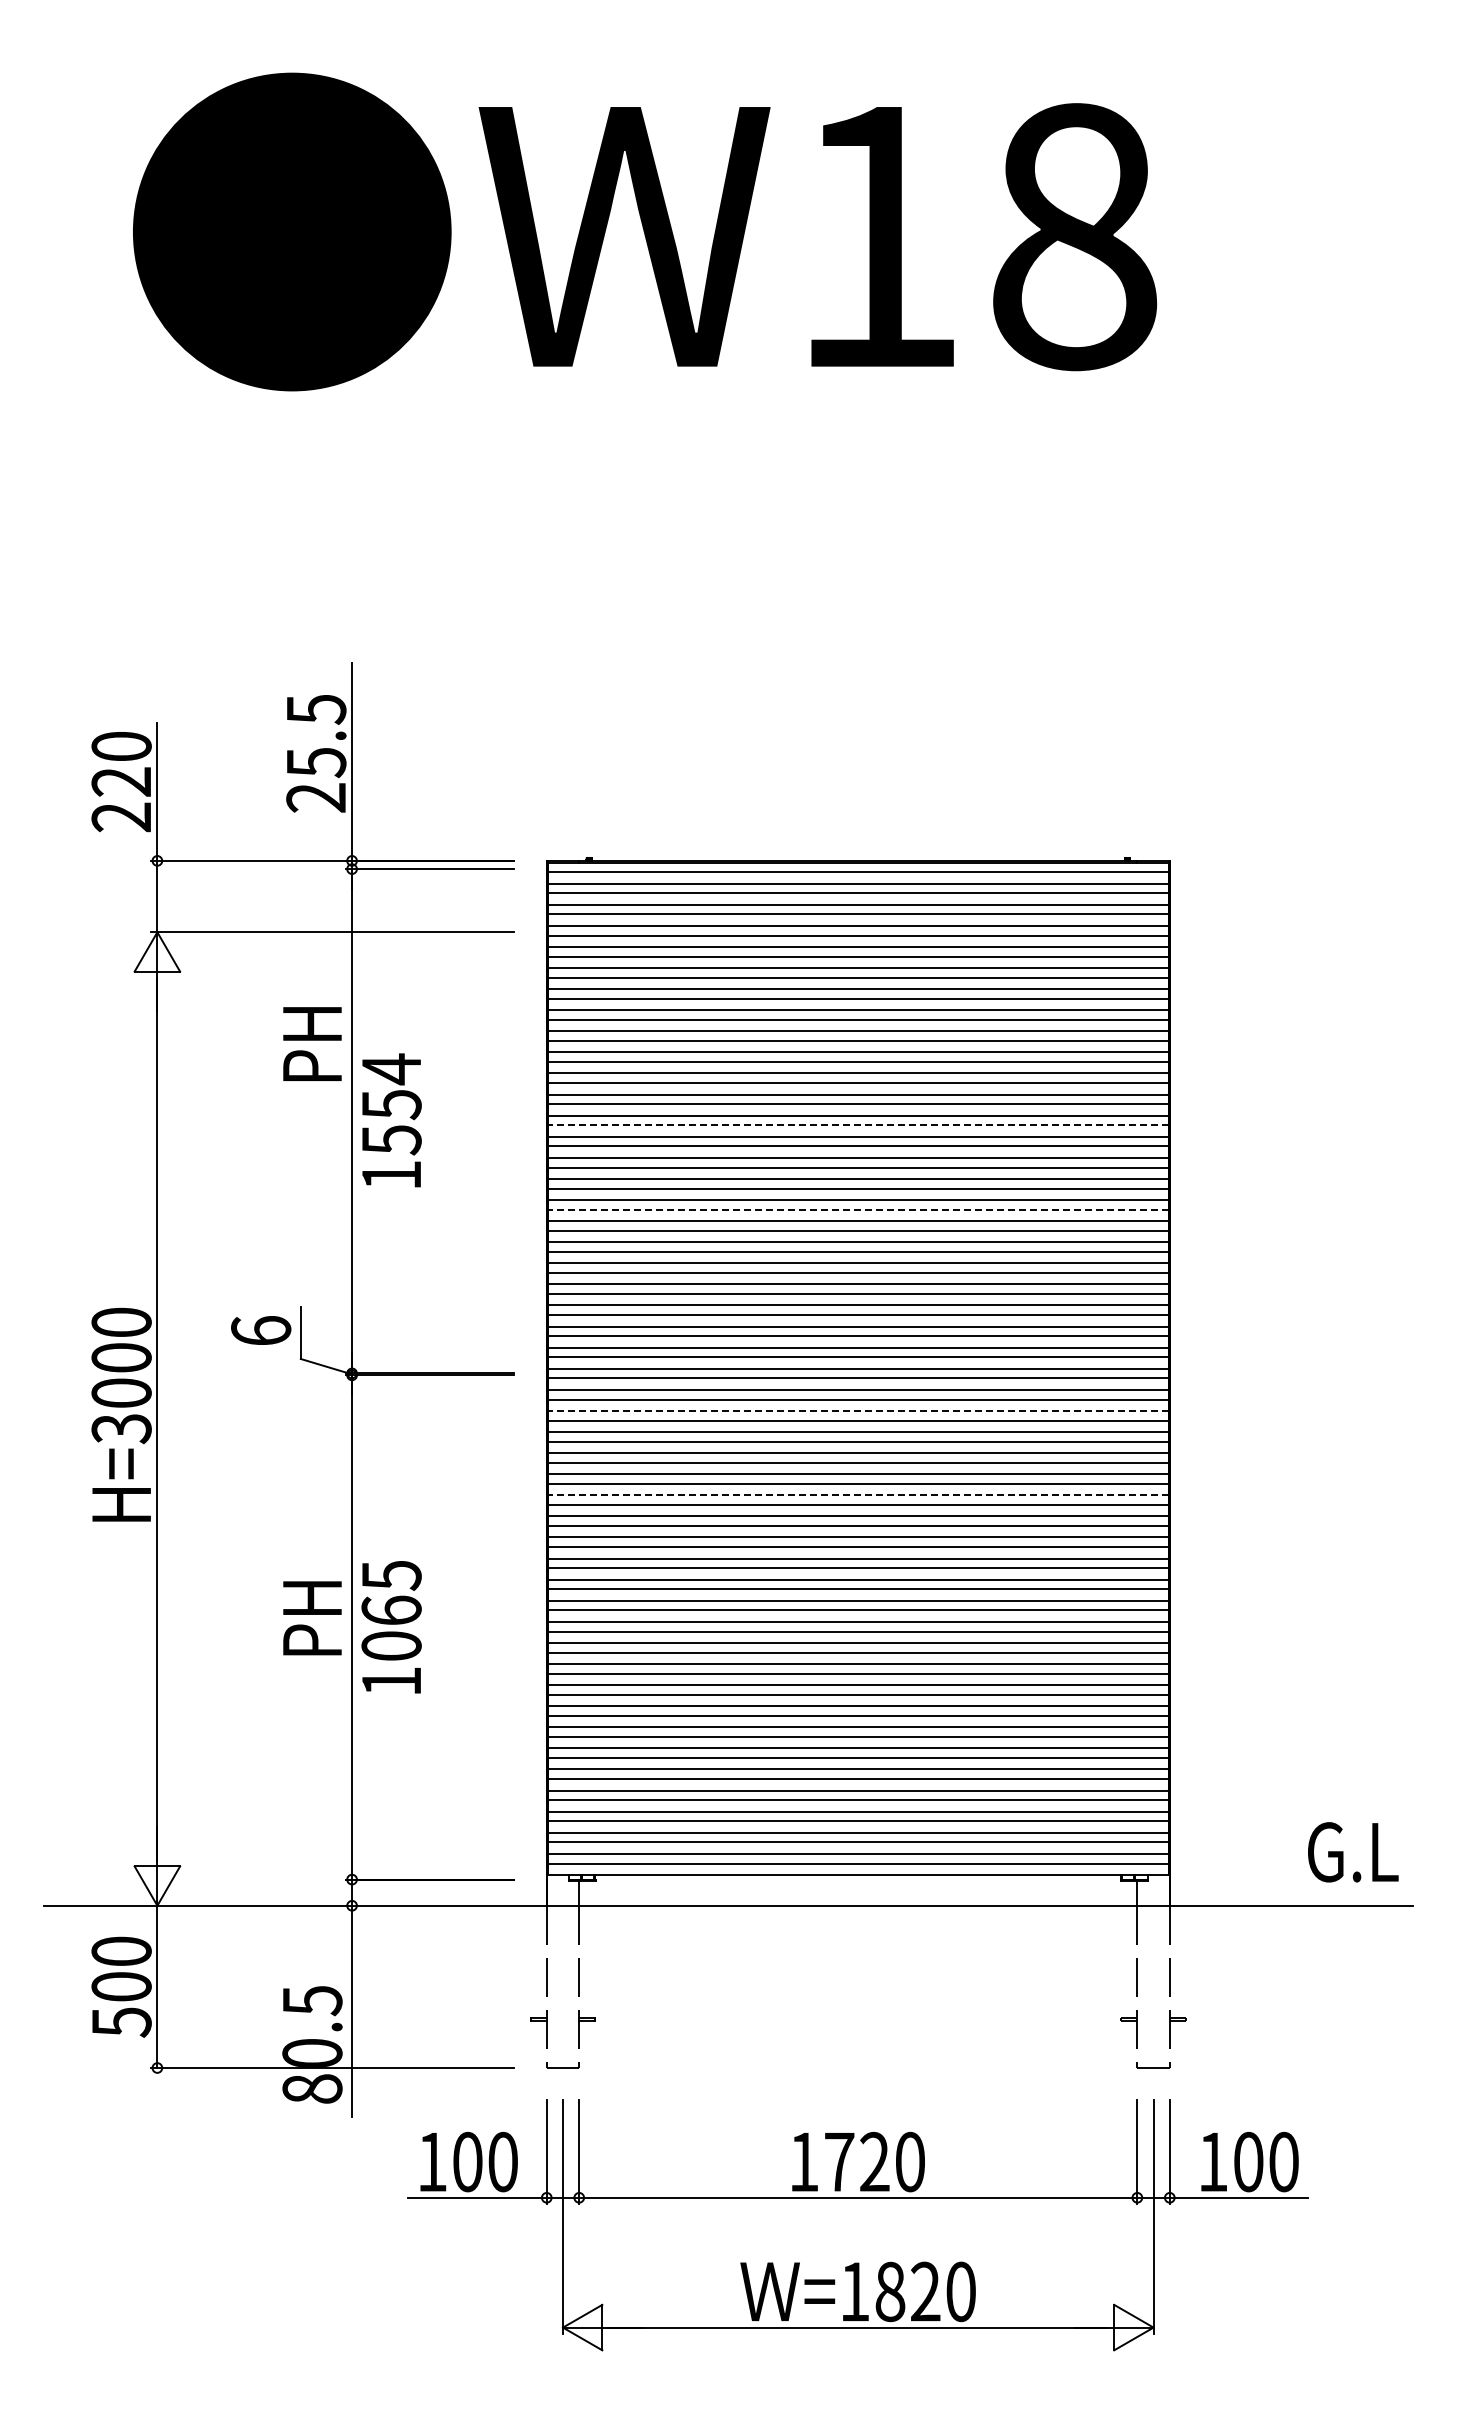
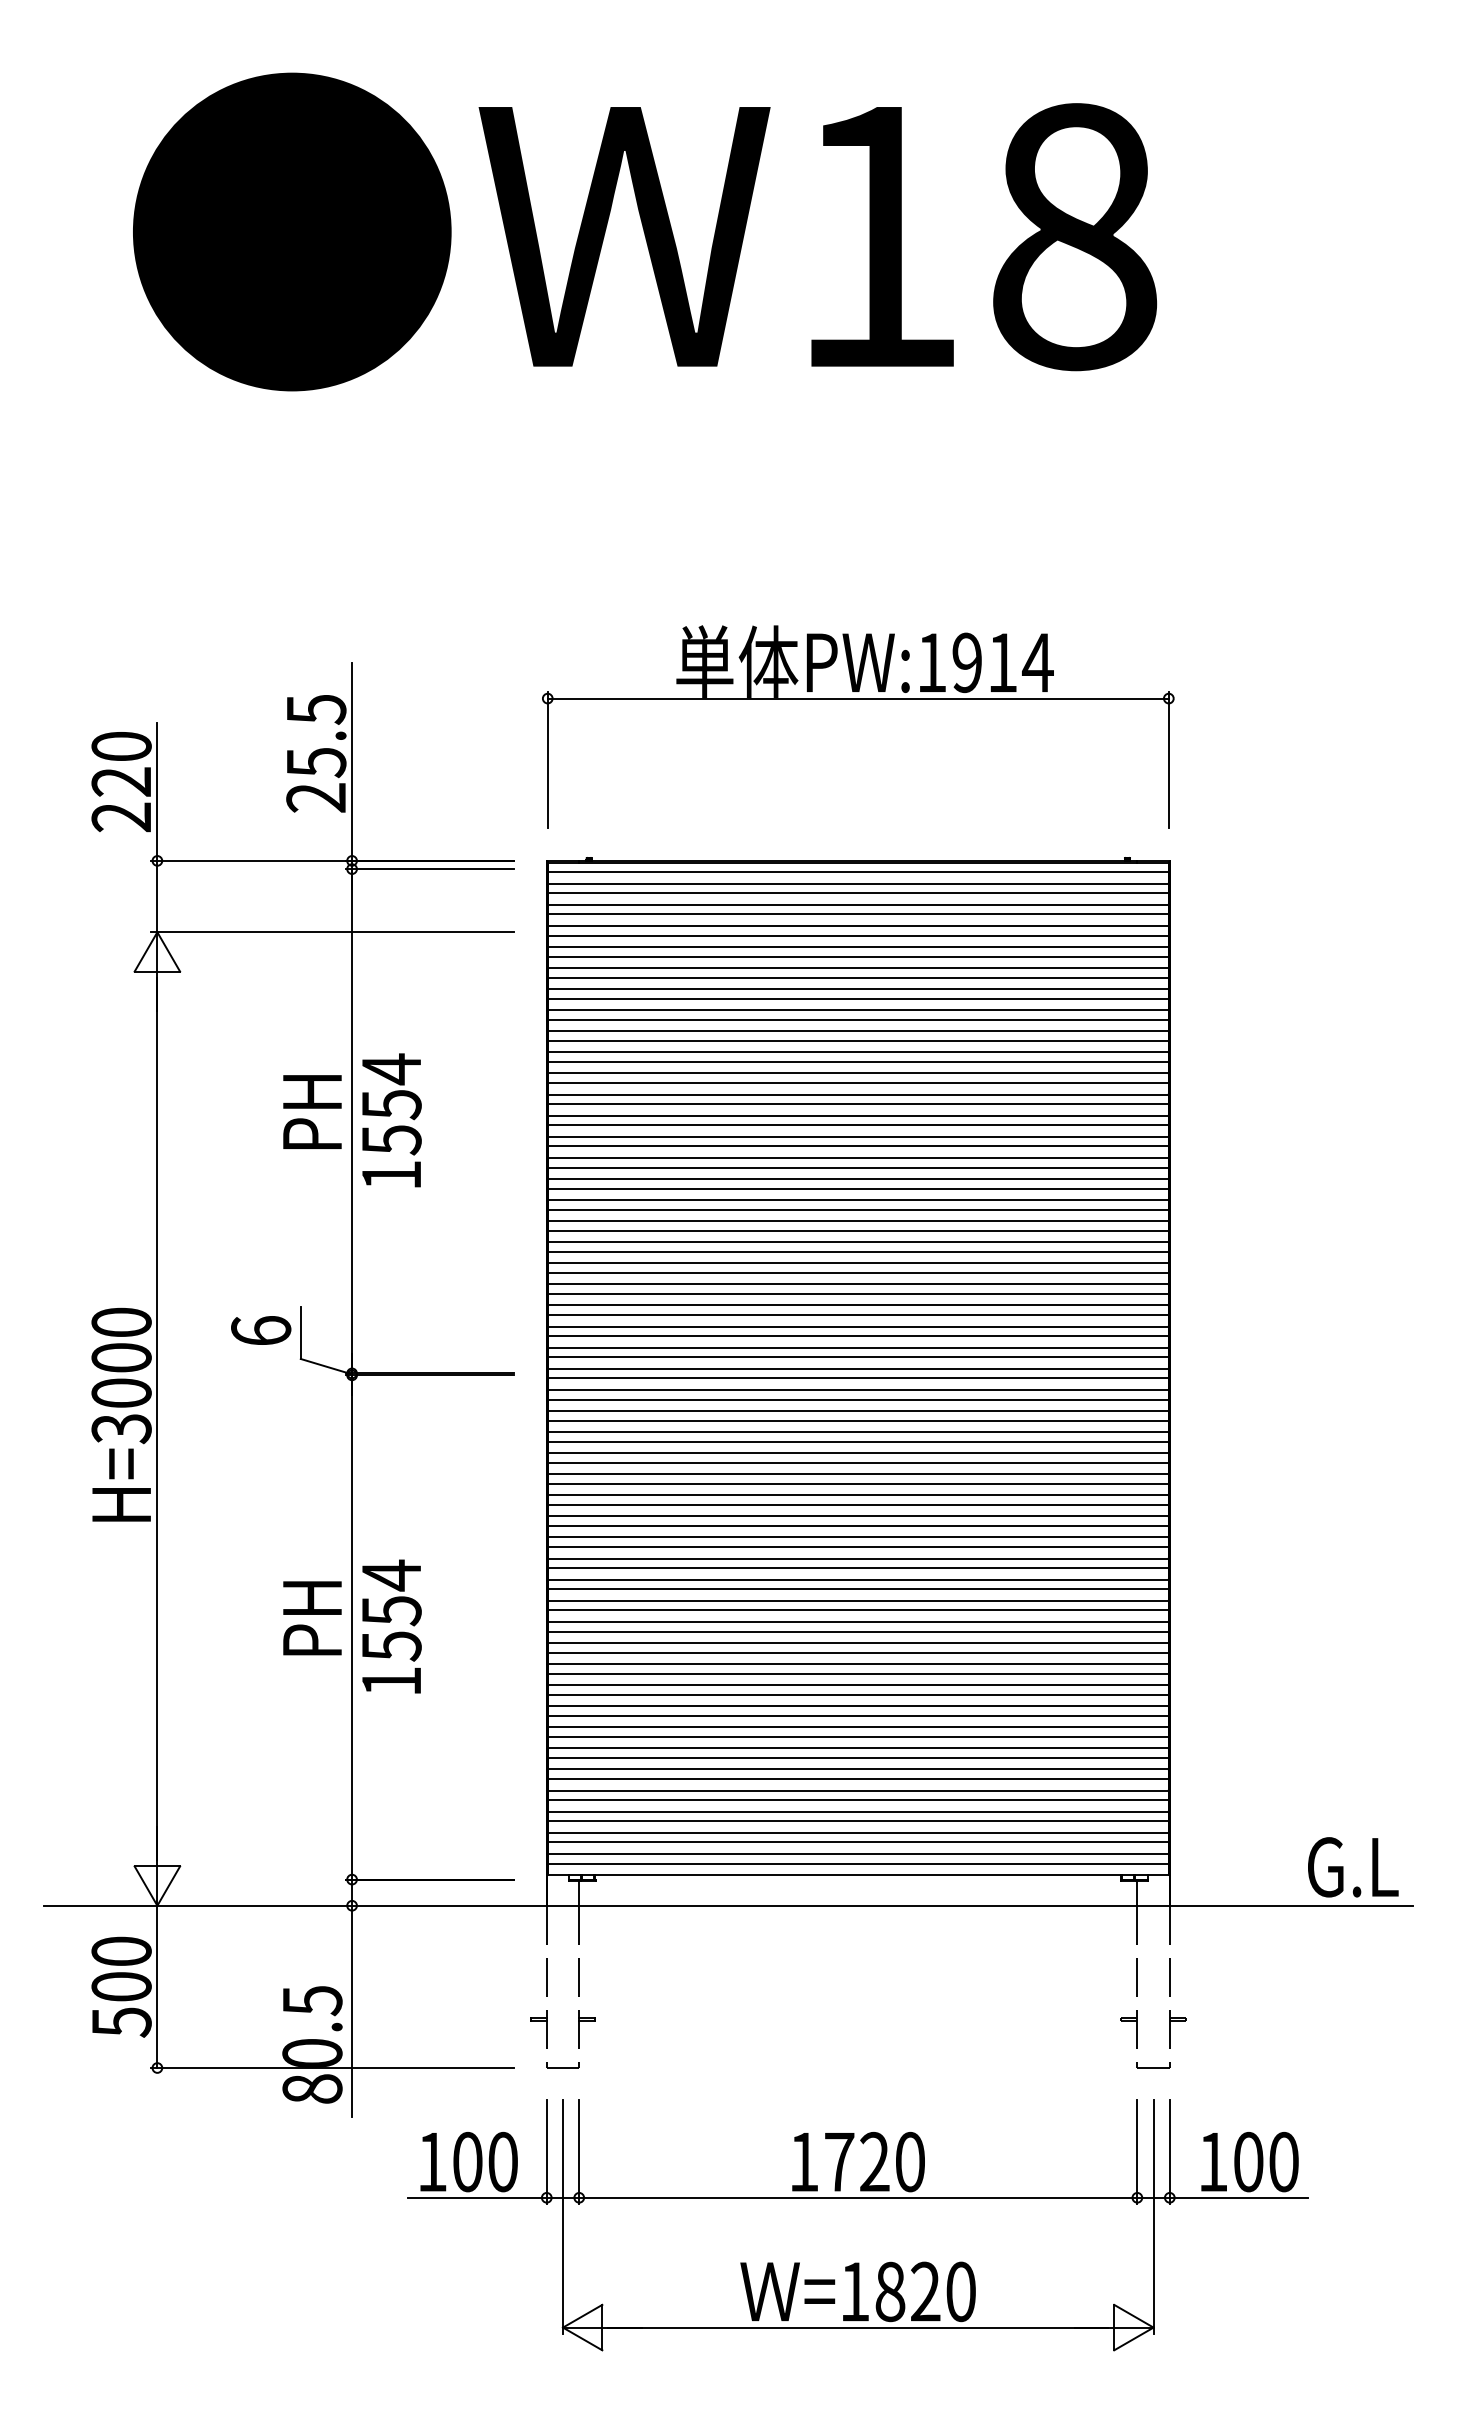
part at (858, 699): none -> present
text at (312, 1043) position: (312, 1043) -> (312, 1111)
line at (858, 1125): dashed -> solid
line at (858, 1209): dashed -> solid
line at (858, 1410): dashed -> solid
line at (858, 1495): dashed -> solid
text at (391, 1610): 1065 -> 1554
text at (1353, 1852) position: (1353, 1852) -> (1353, 1867)
